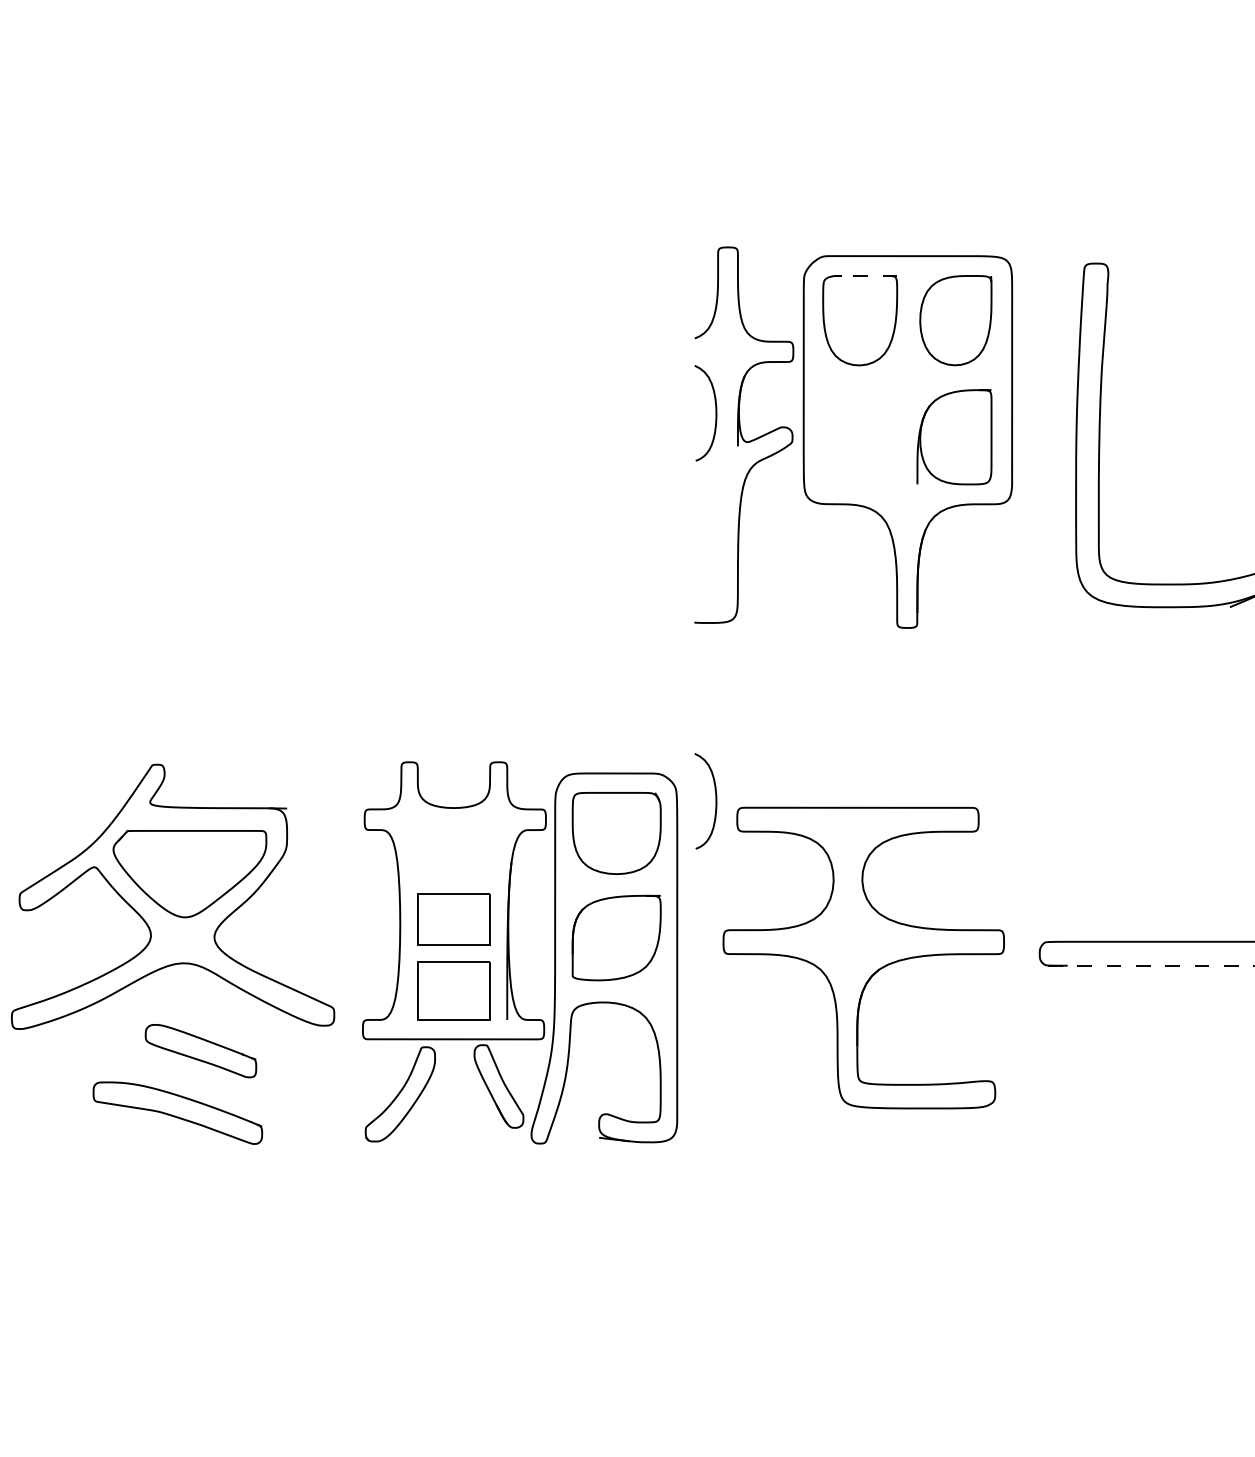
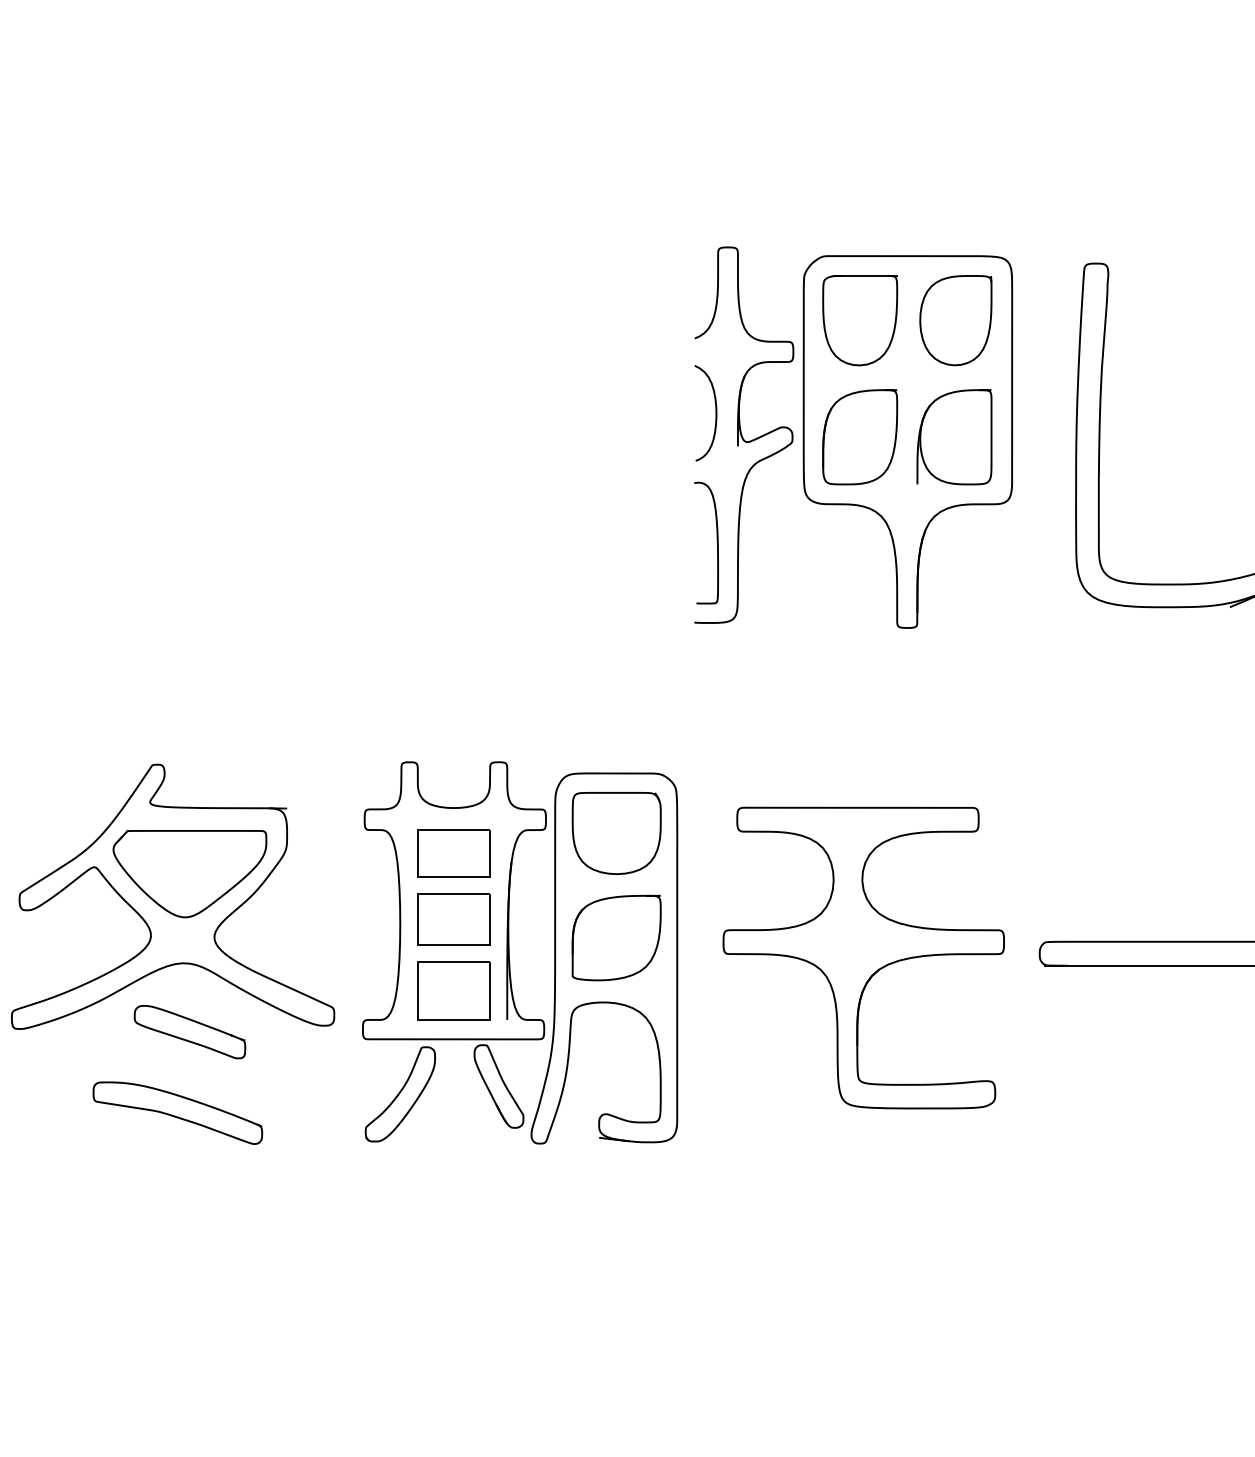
line at (865, 275): dashed -> solid
part at (860, 437): none -> present
curve at (716, 541): none -> present
curve at (715, 801): present -> none
part at (453, 853): none -> present
line at (1150, 965): dashed -> solid
part at (200, 1051) position: (200, 1051) -> (189, 1032)
